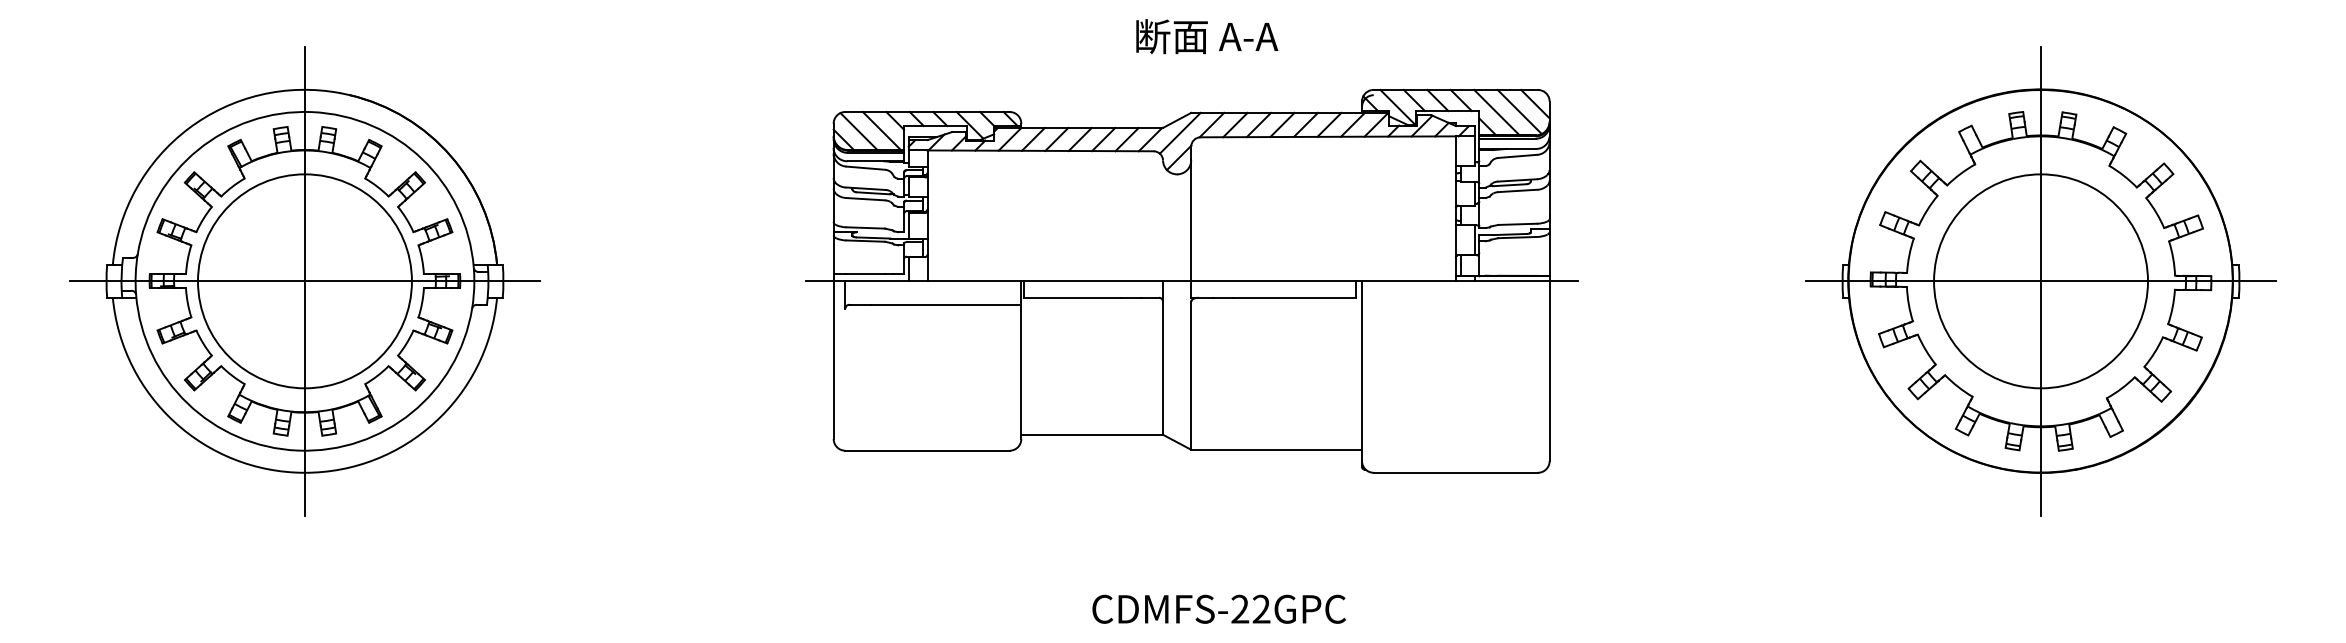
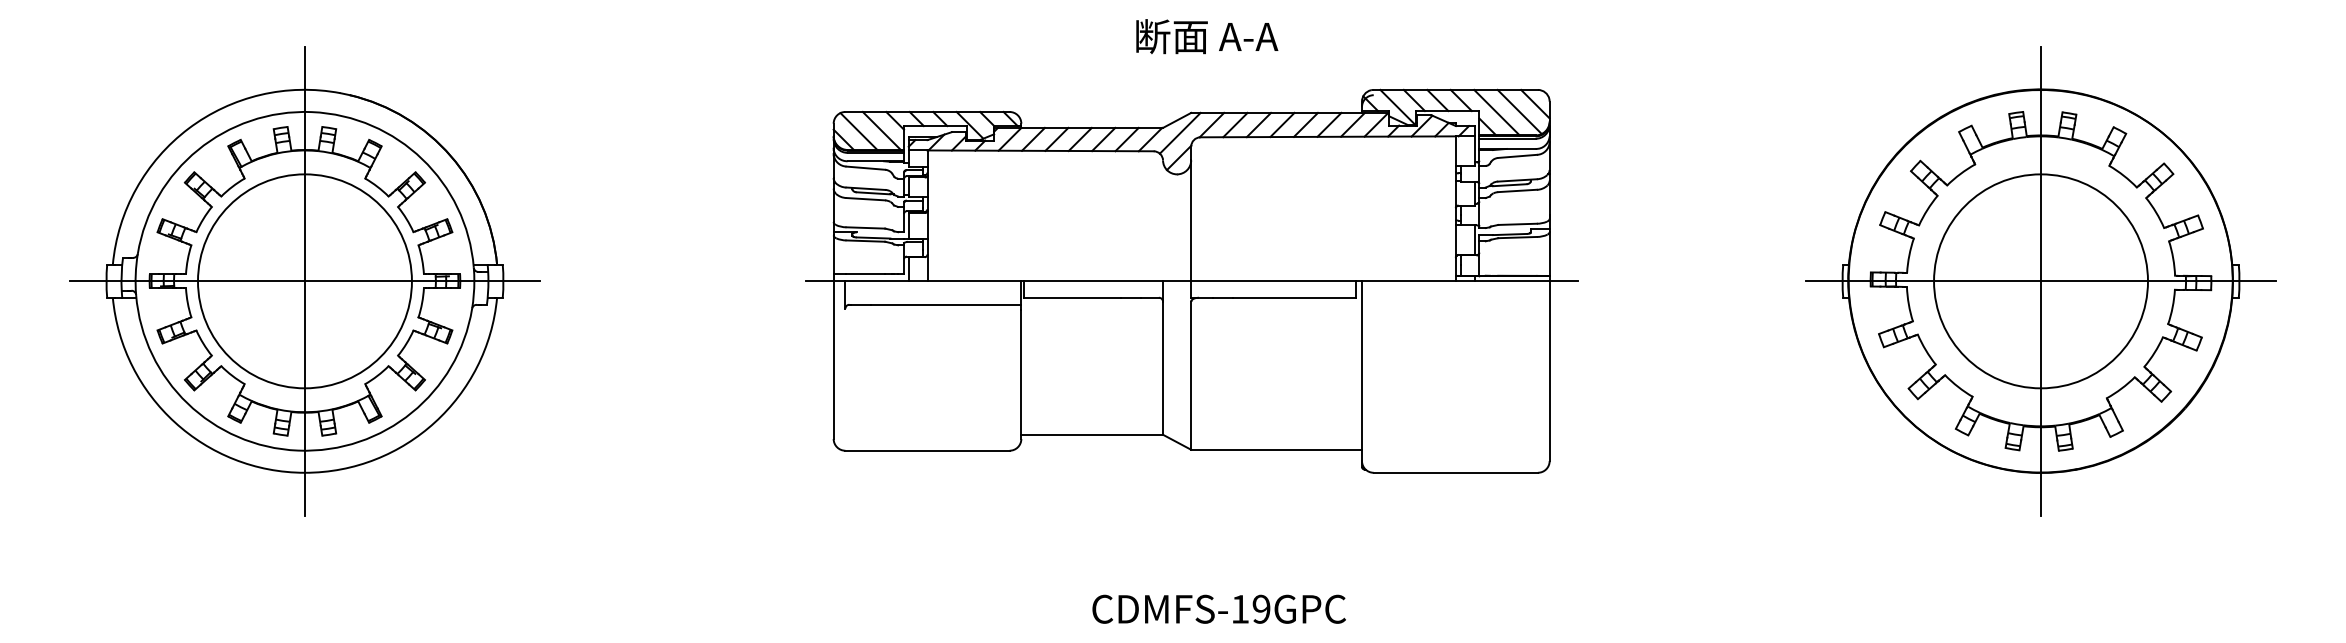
text at (1250, 608): CDMFS-22GPC -> CDMFS-19GPC
